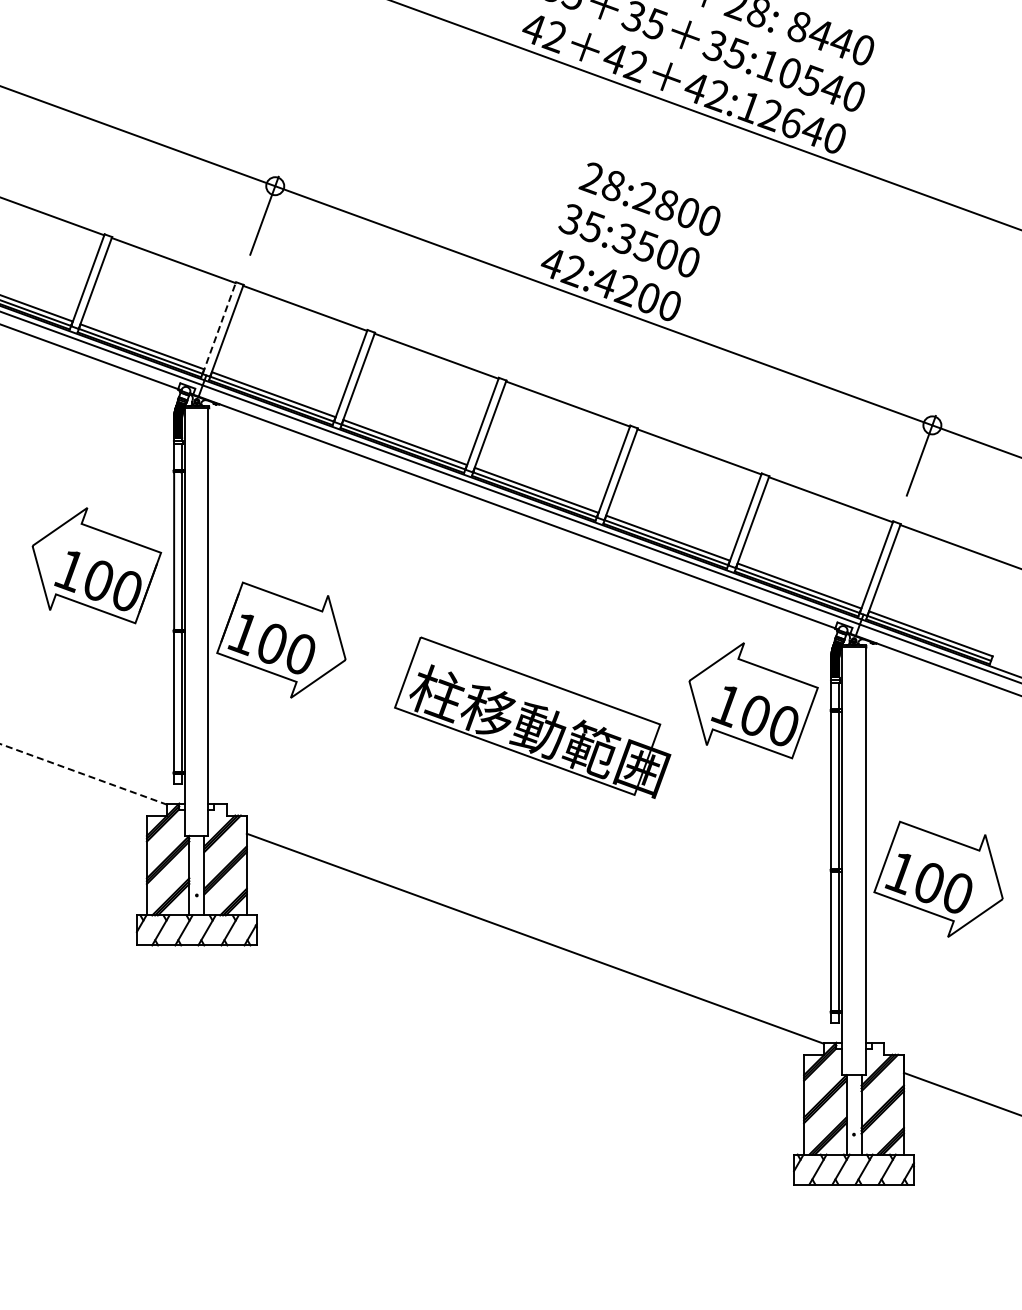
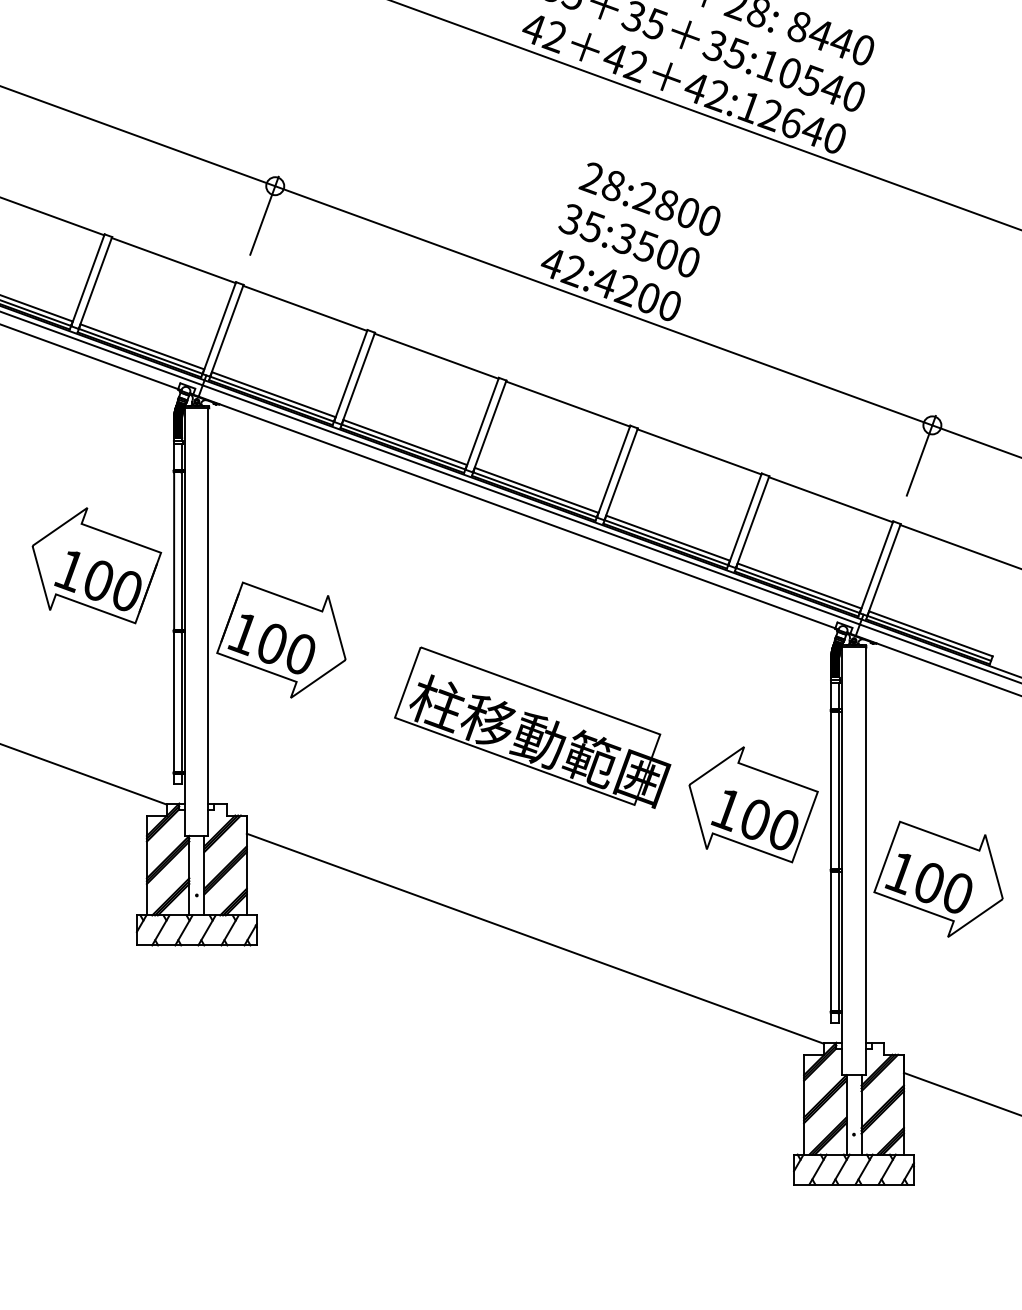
line at (219, 328): dashed -> solid
part at (753, 700) position: (753, 700) -> (753, 804)
part at (532, 717) position: (532, 717) -> (532, 727)
line at (84, 774): dashed -> solid
